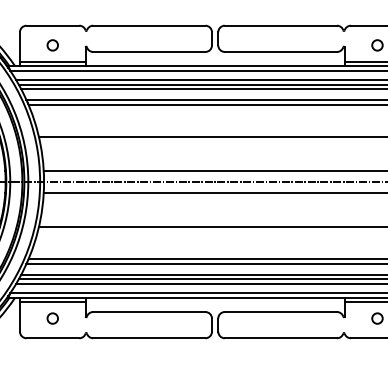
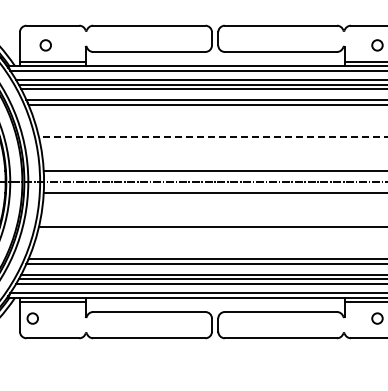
circle at (52, 45) position: (52, 45) -> (45, 45)
line at (212, 137): solid -> dashed
circle at (52, 318) position: (52, 318) -> (32, 318)
